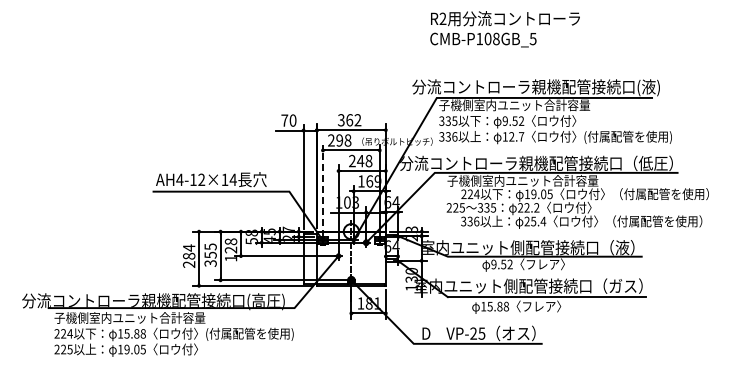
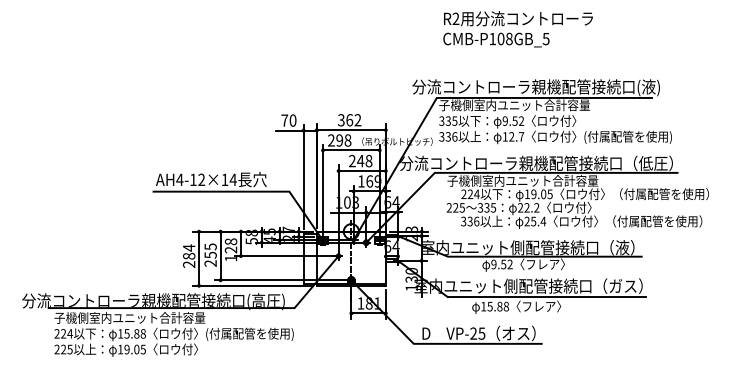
text at (504, 29) position: (504, 29) -> (517, 29)
line at (323, 190): dashed -> solid
text at (210, 263): 355 -> 255
